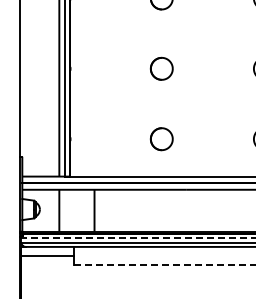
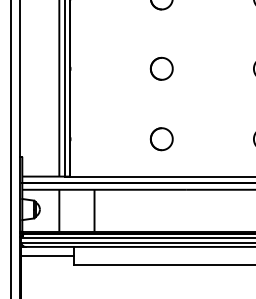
line at (10, 148): none -> present
line at (138, 238): dashed -> solid
line at (165, 264): dashed -> solid
